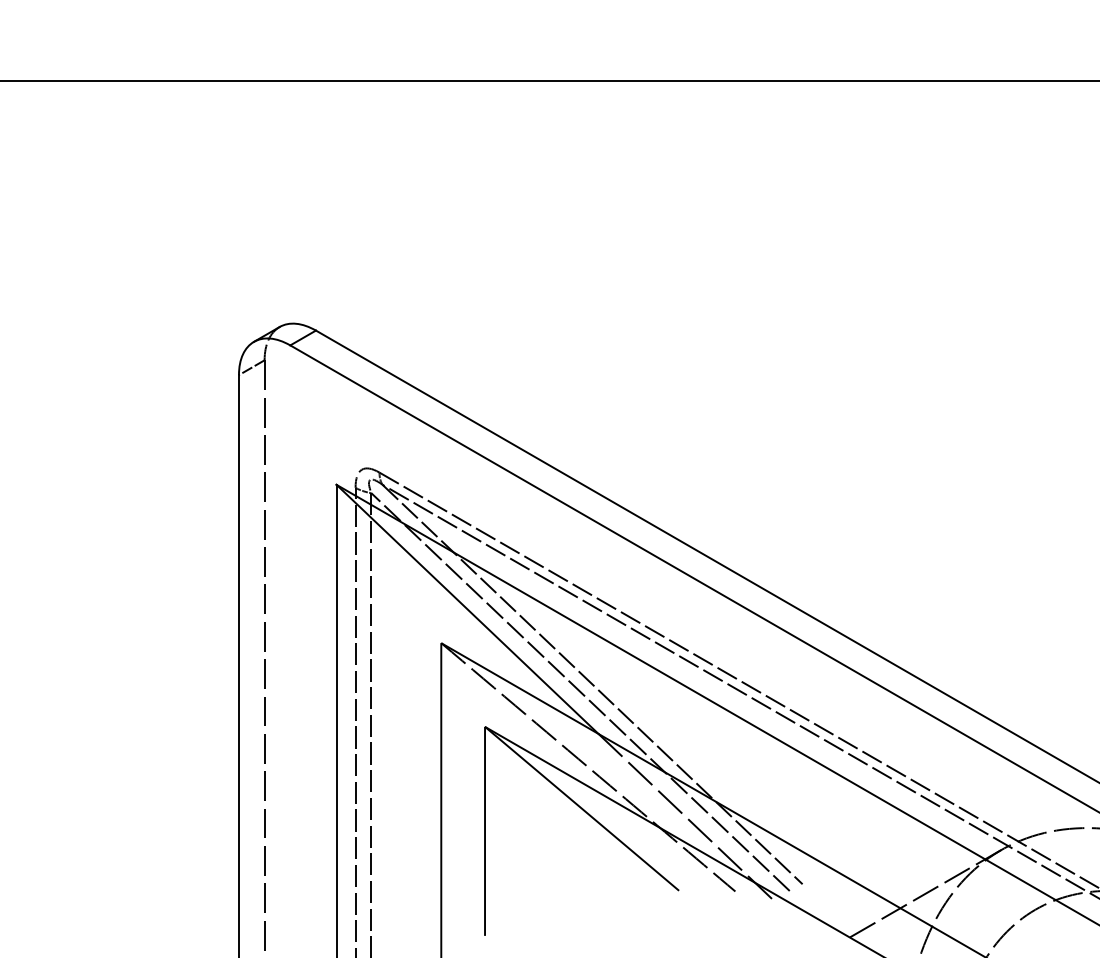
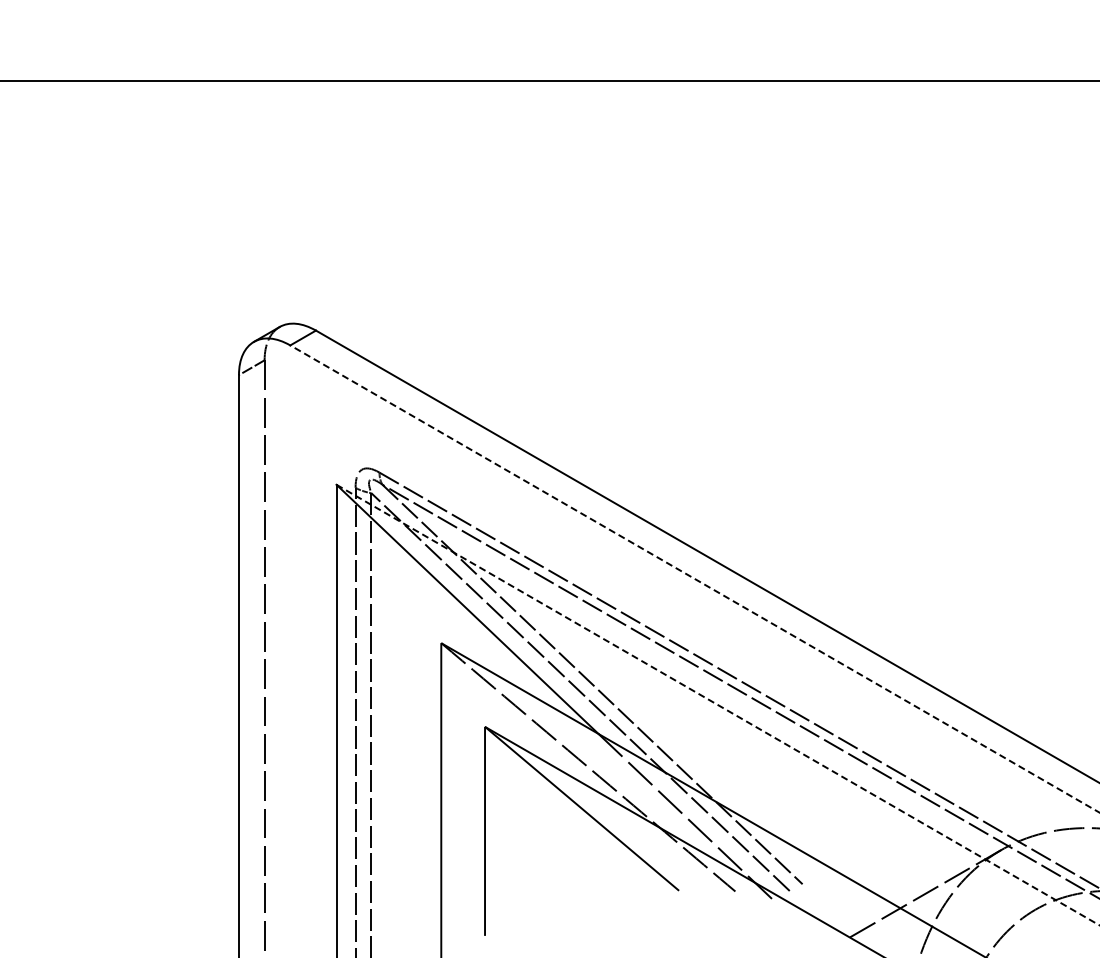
line at (694, 578): solid -> dashed
line at (718, 705): solid -> dashed
